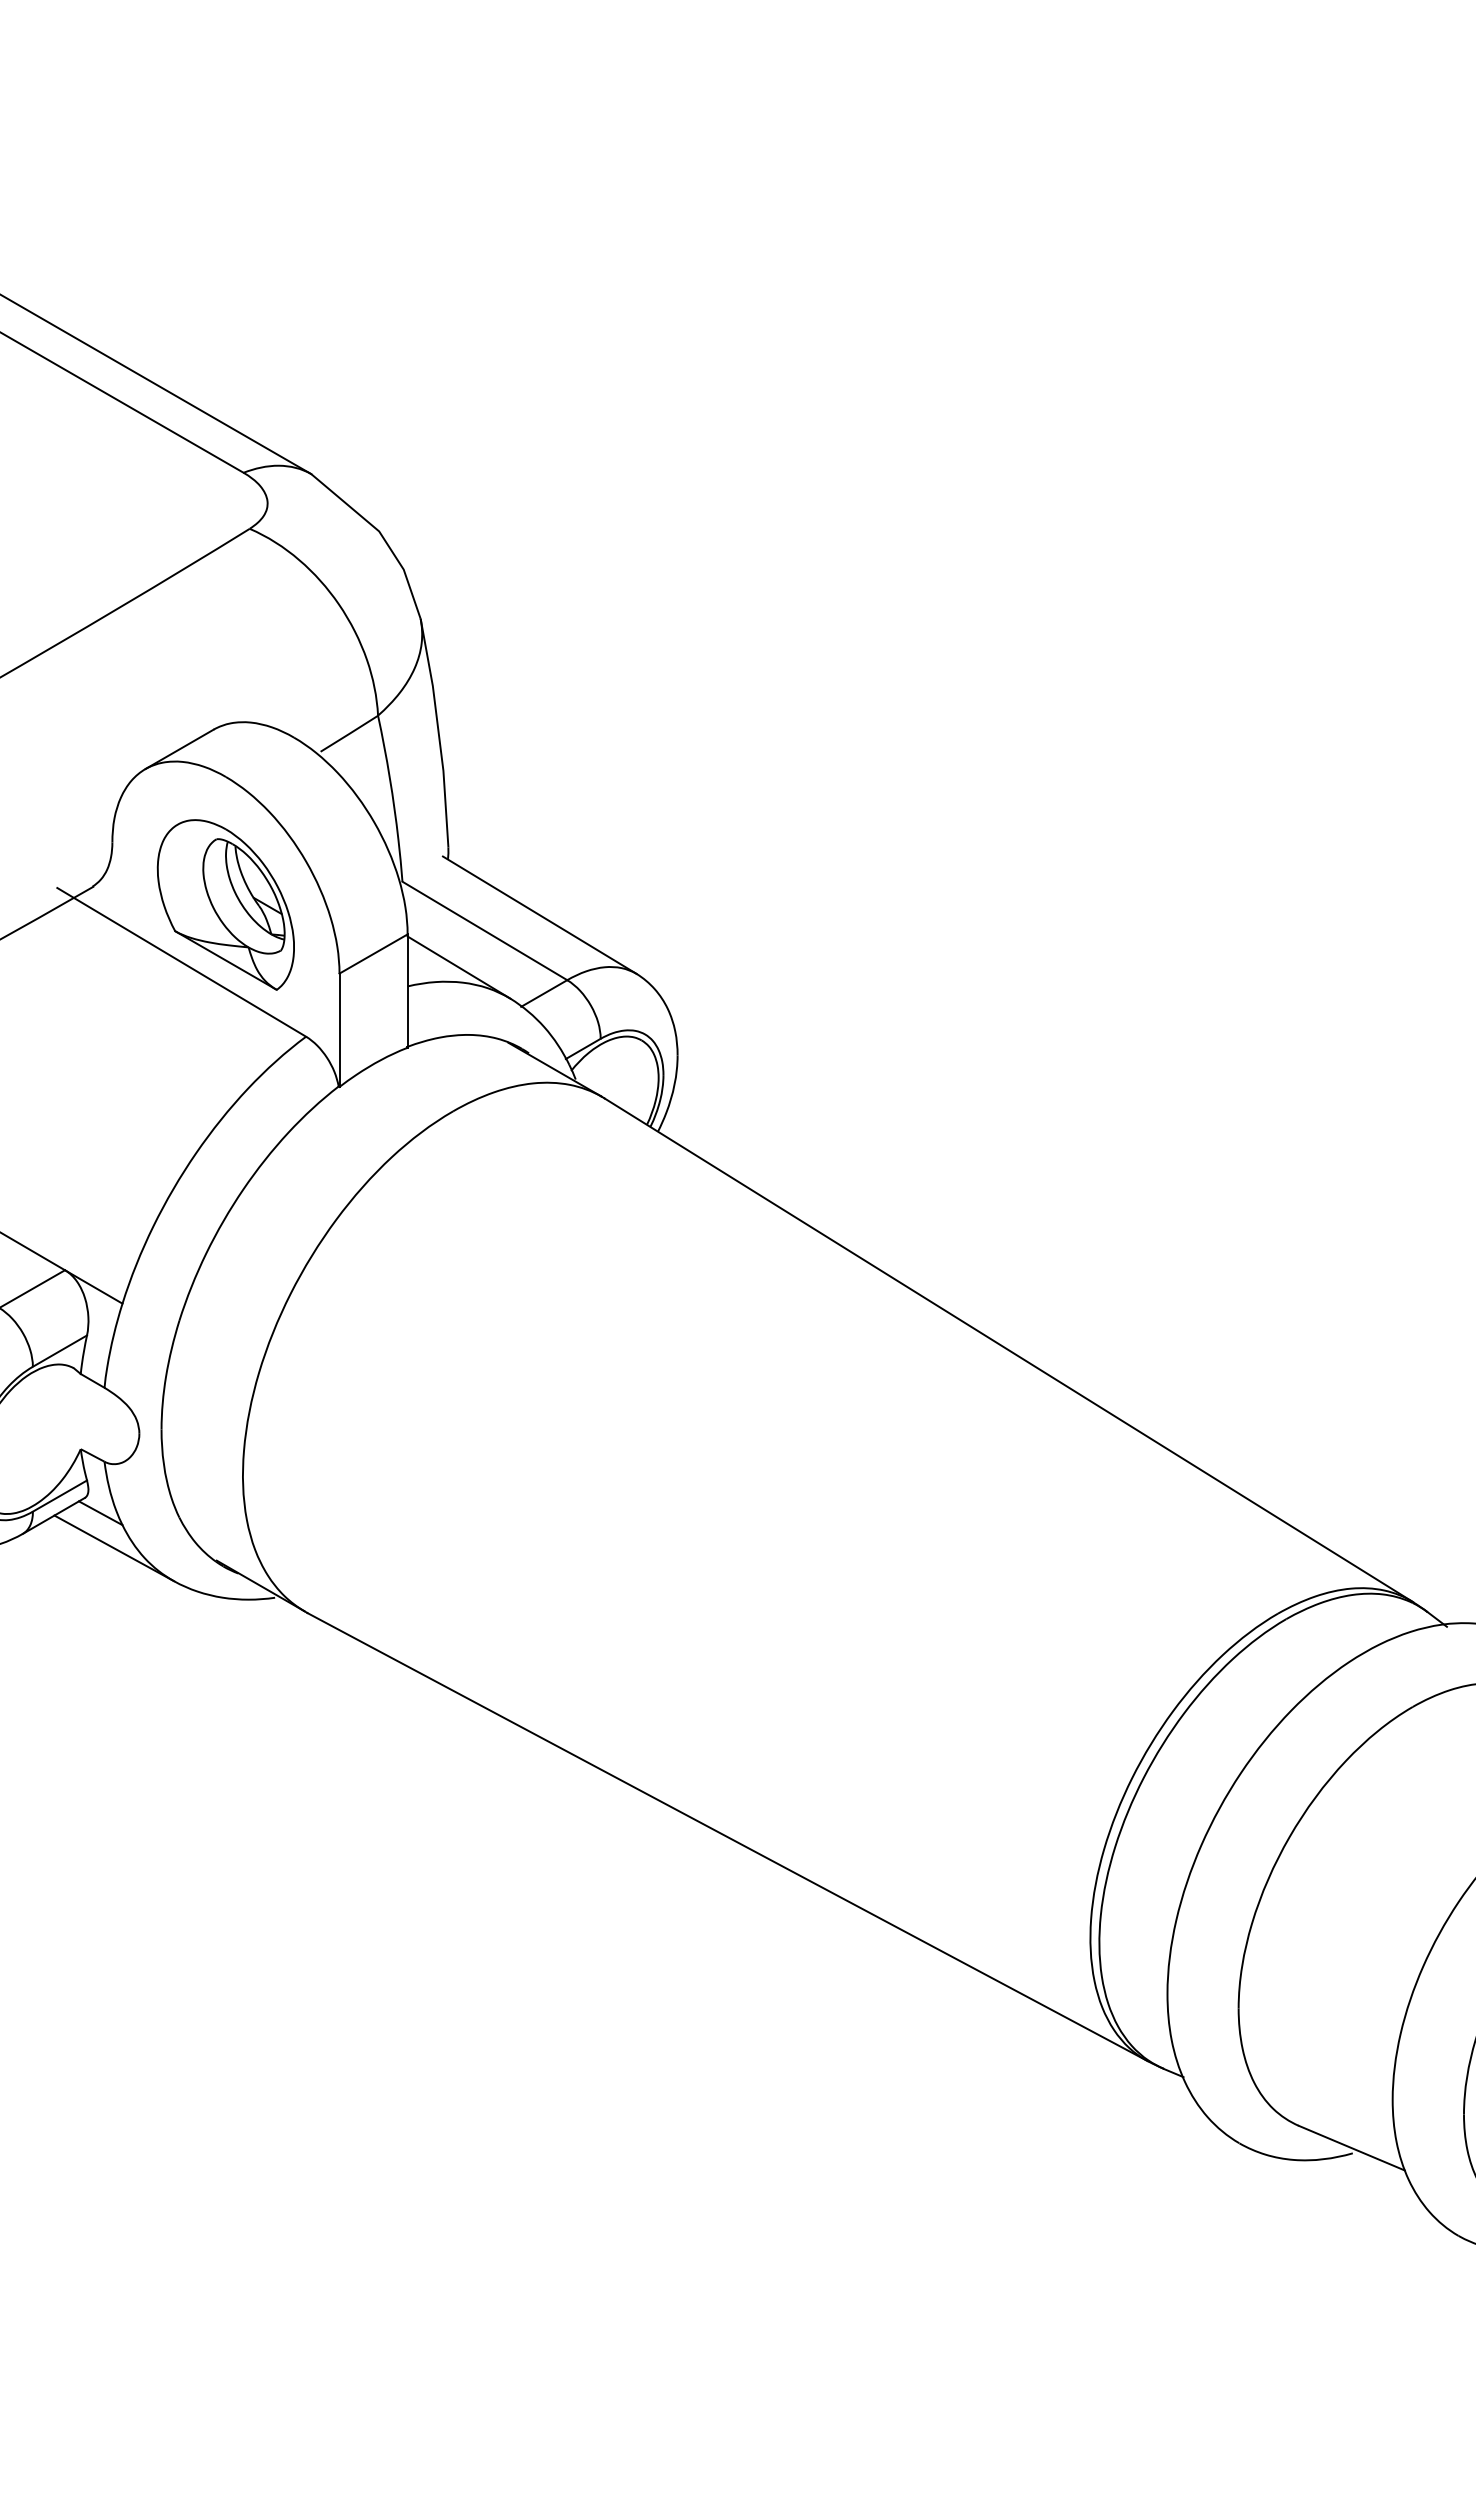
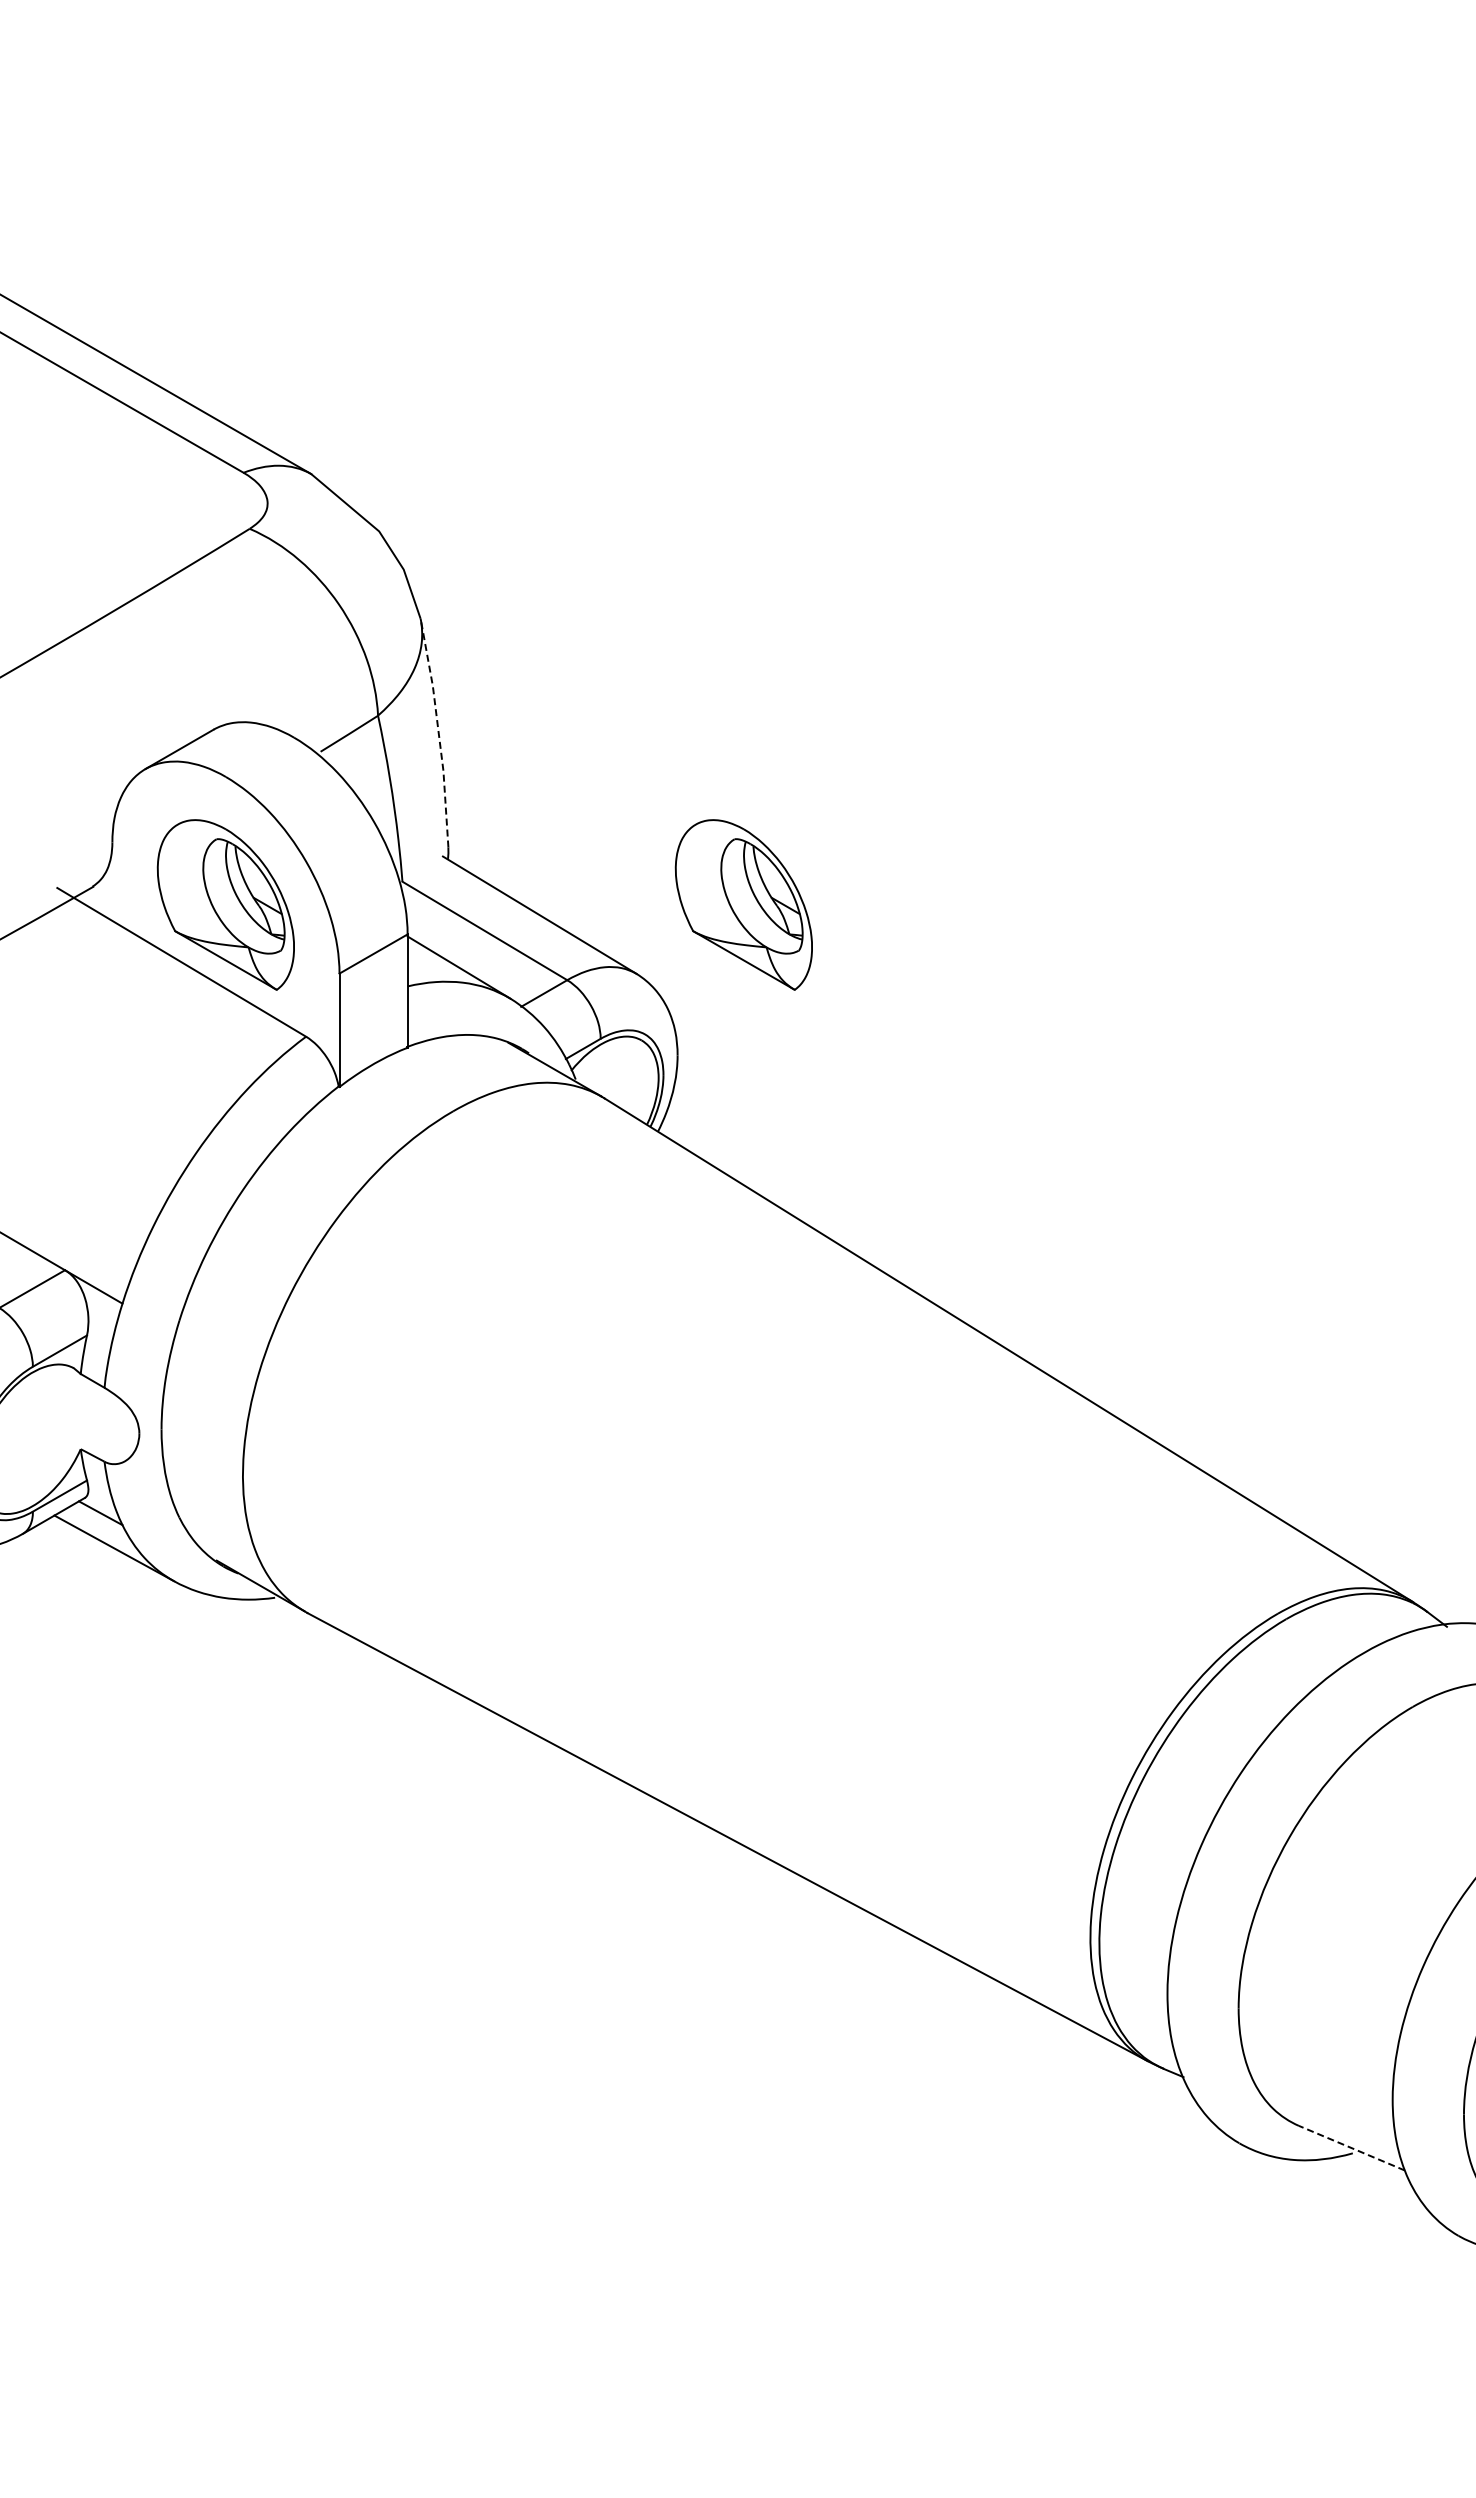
line at (438, 732): solid -> dashed
part at (743, 904): none -> present
line at (1351, 2148): solid -> dashed
